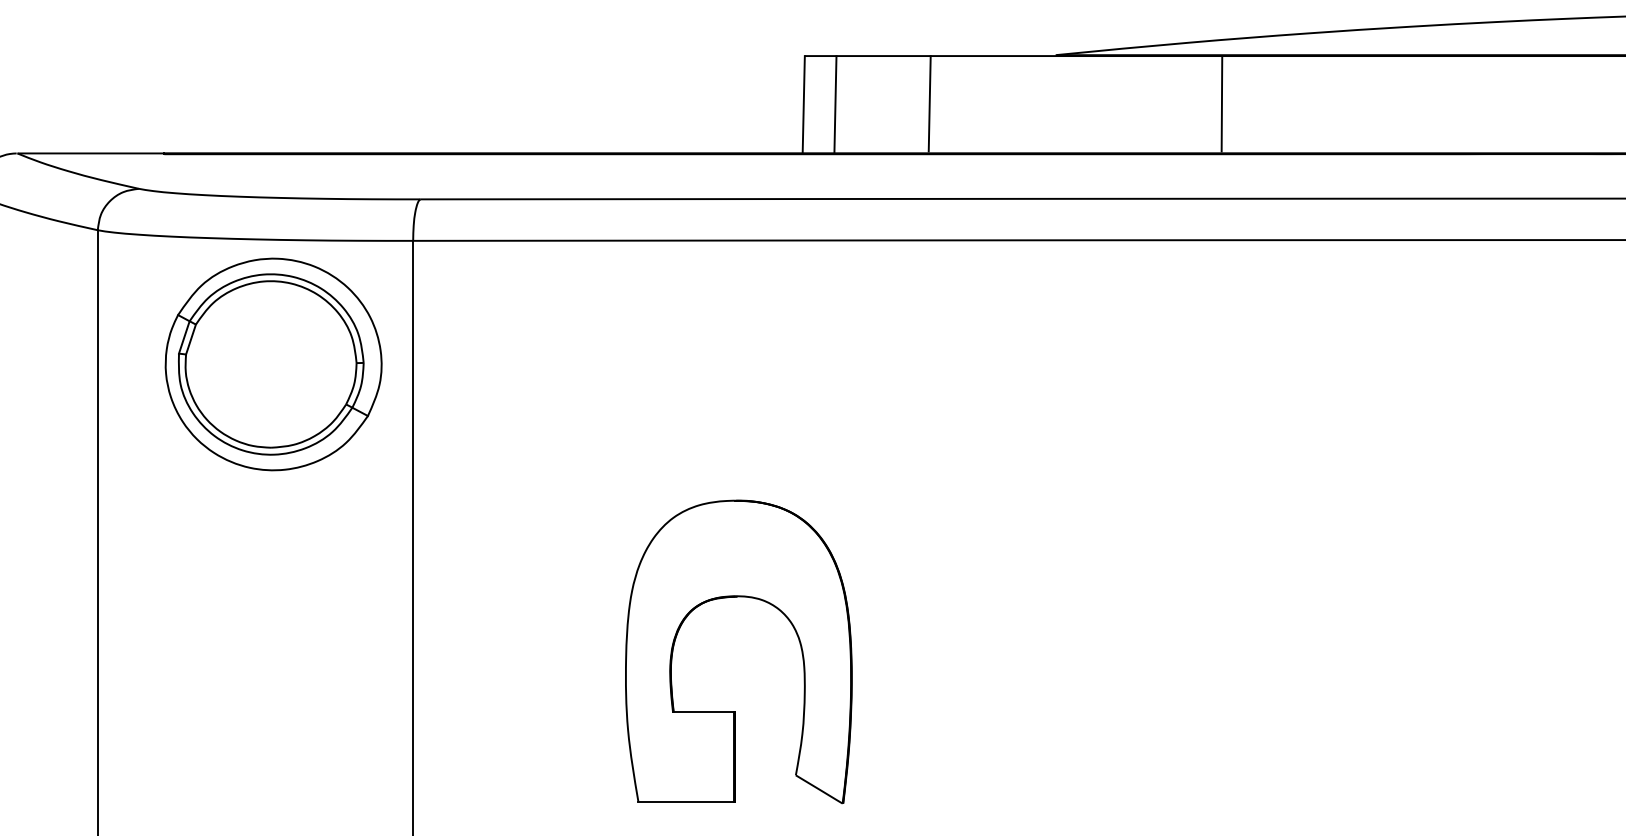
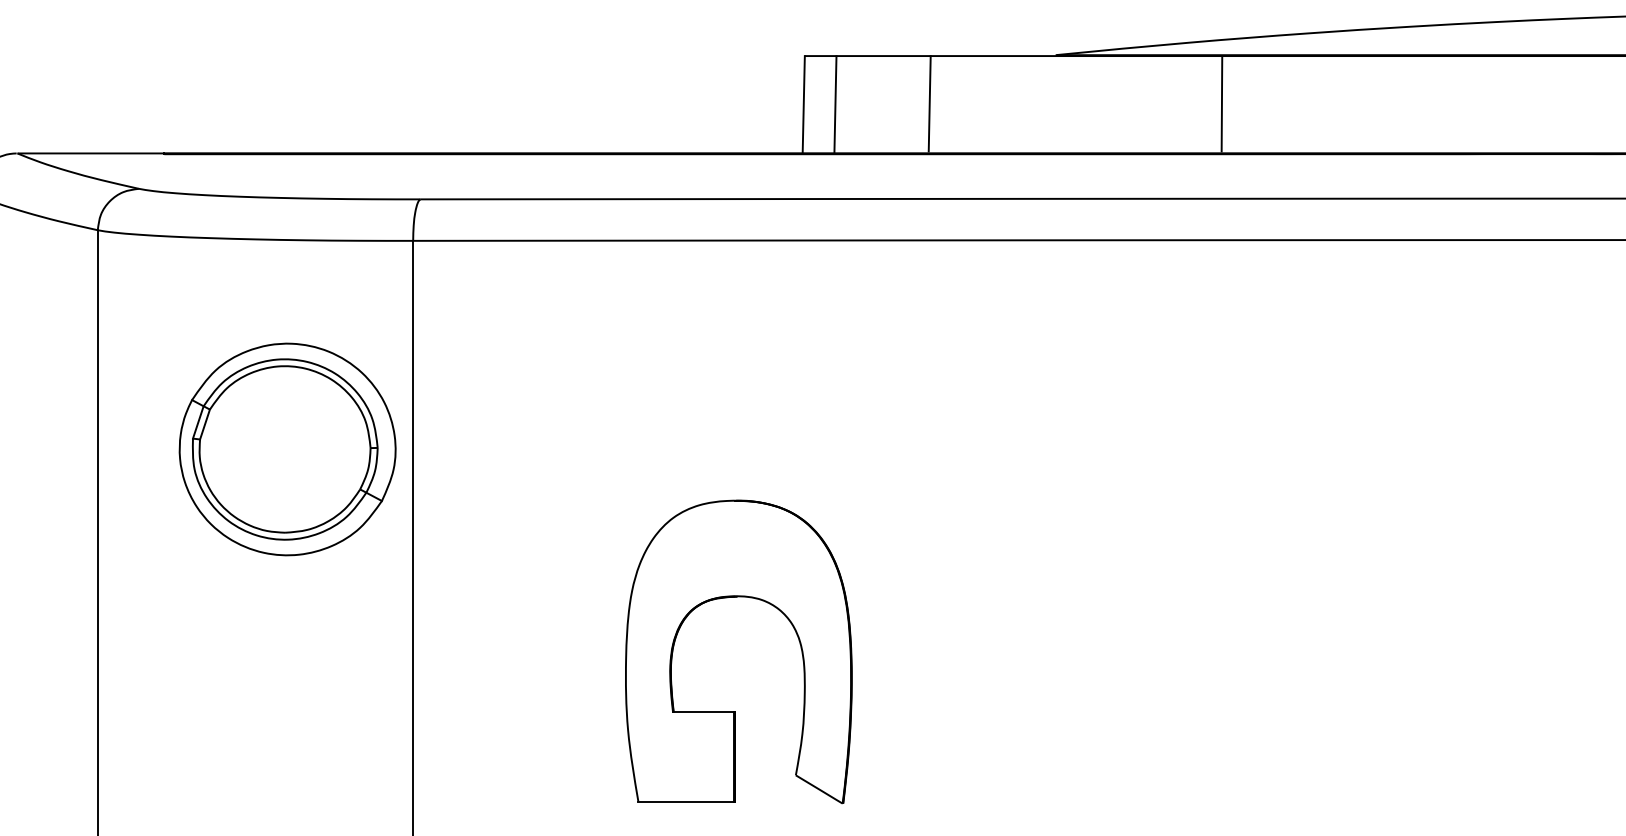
part at (273, 364) position: (273, 364) -> (287, 449)
